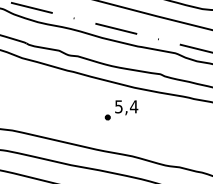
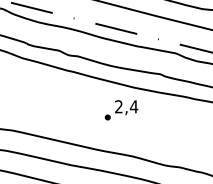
text at (118, 106): 5,4 -> 2,4
